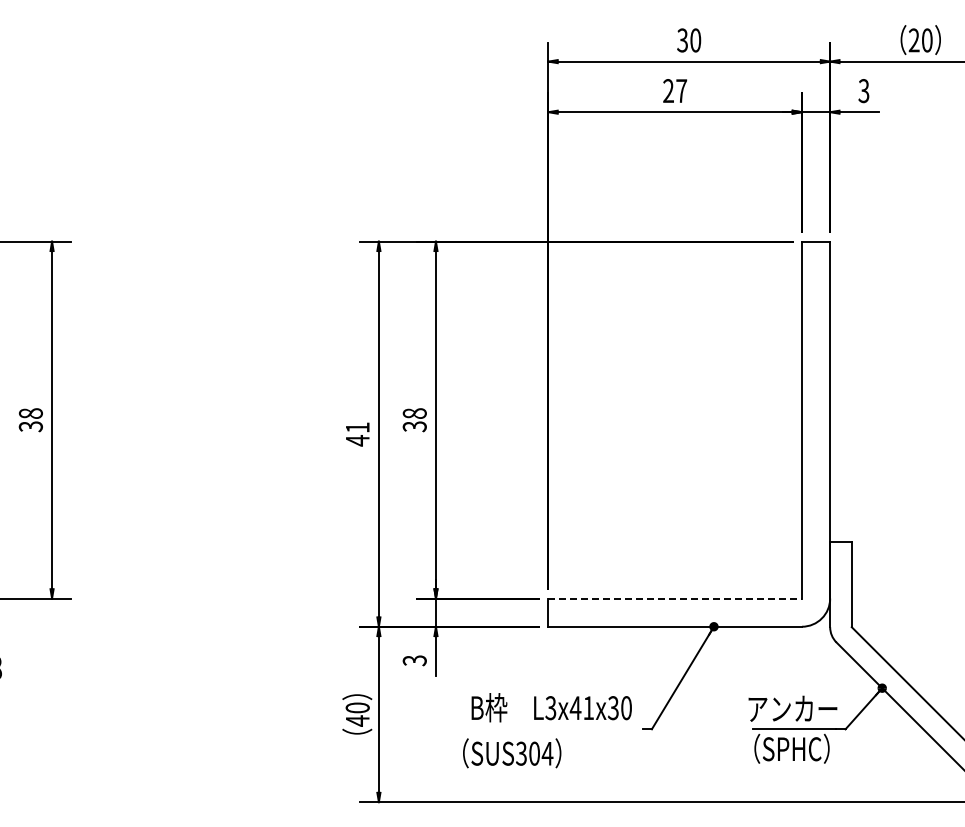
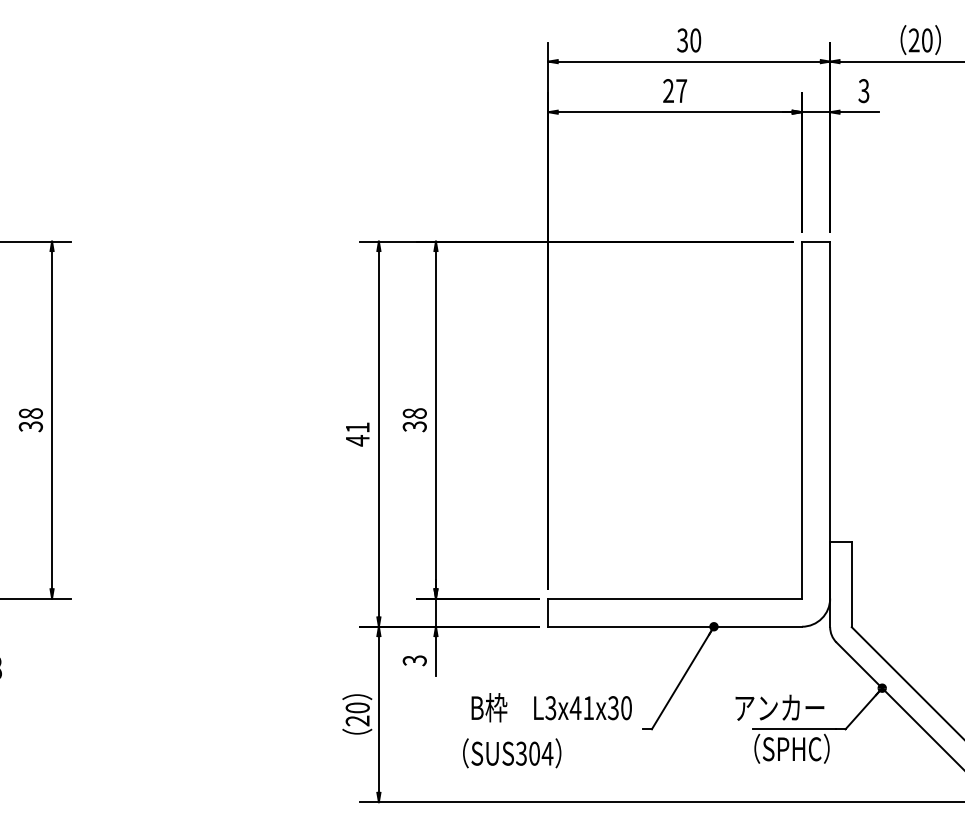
line at (675, 598): dashed -> solid
text at (792, 708) position: (792, 708) -> (779, 707)
text at (357, 720): 40 -> 20
